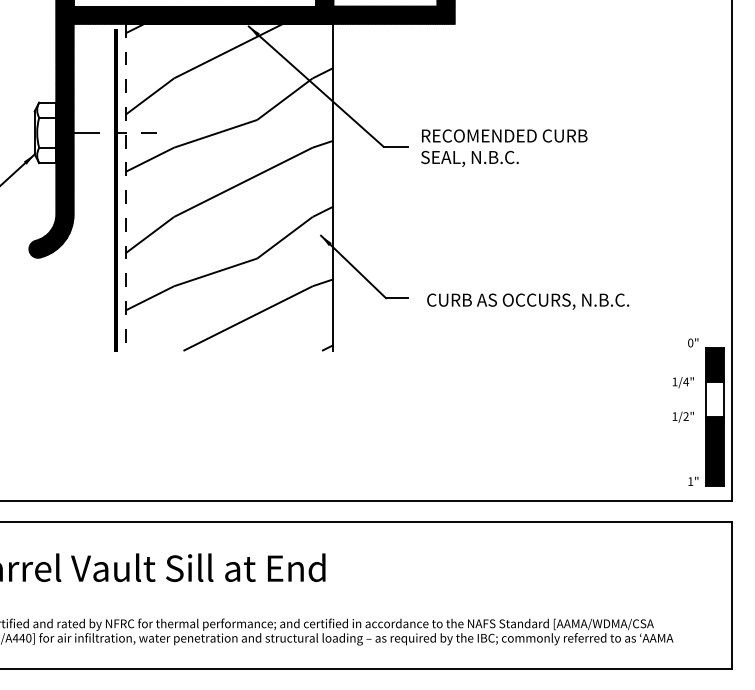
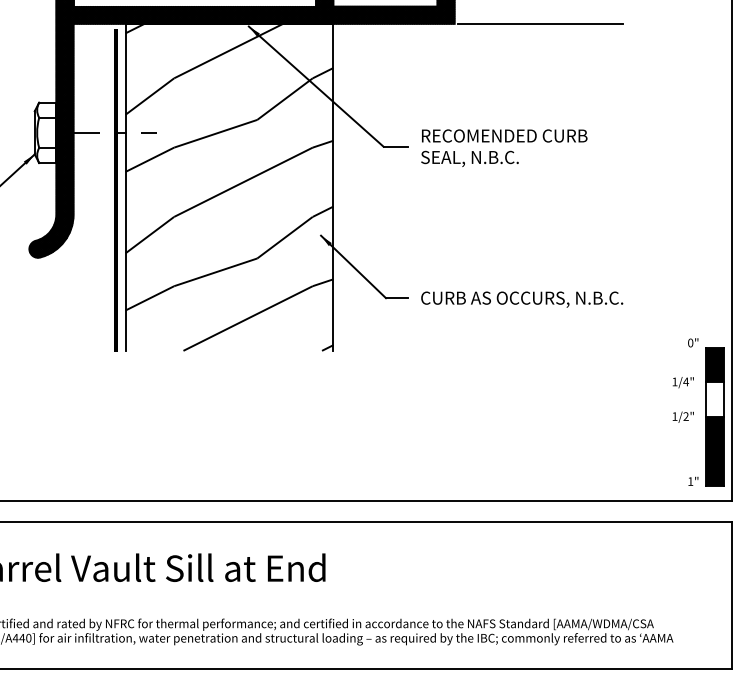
line at (540, 23): none -> present
line at (125, 187): dashed -> solid
text at (528, 301) position: (528, 301) -> (522, 299)
